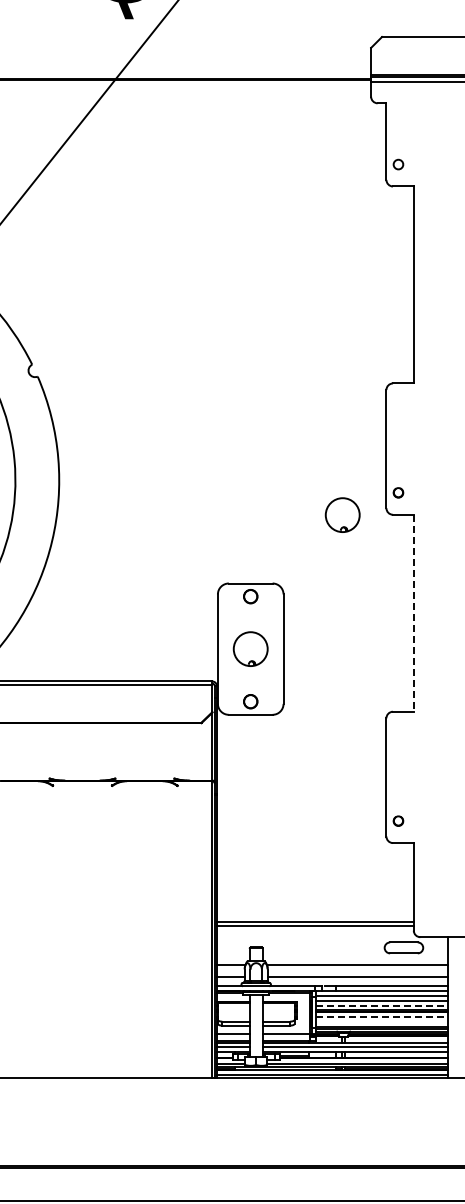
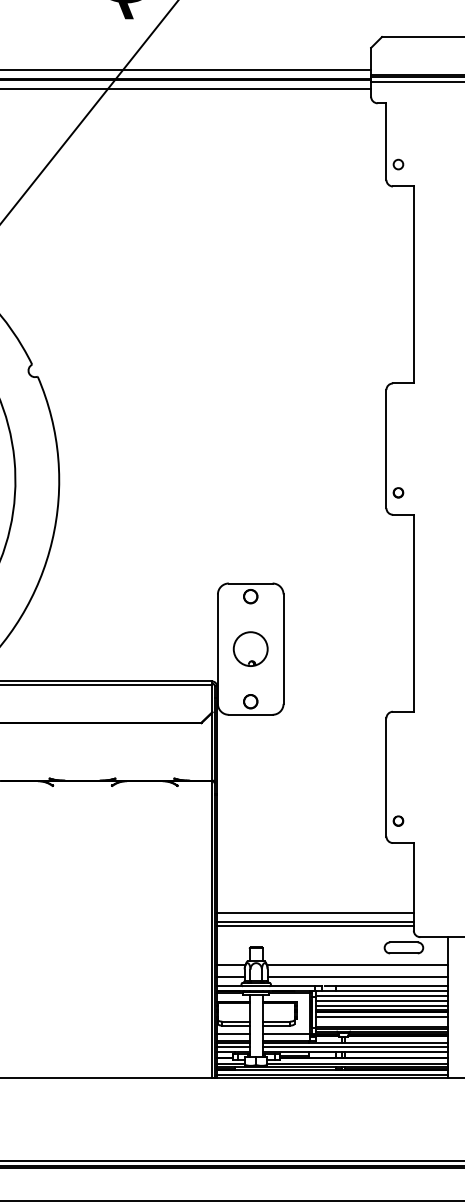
line at (186, 70): none -> present
line at (186, 88): none -> present
part at (342, 514): present -> none
line at (413, 613): dashed -> solid
line at (314, 912): none -> present
line at (382, 1005): dashed -> solid
line at (382, 1016): dashed -> solid
line at (231, 1161): none -> present
